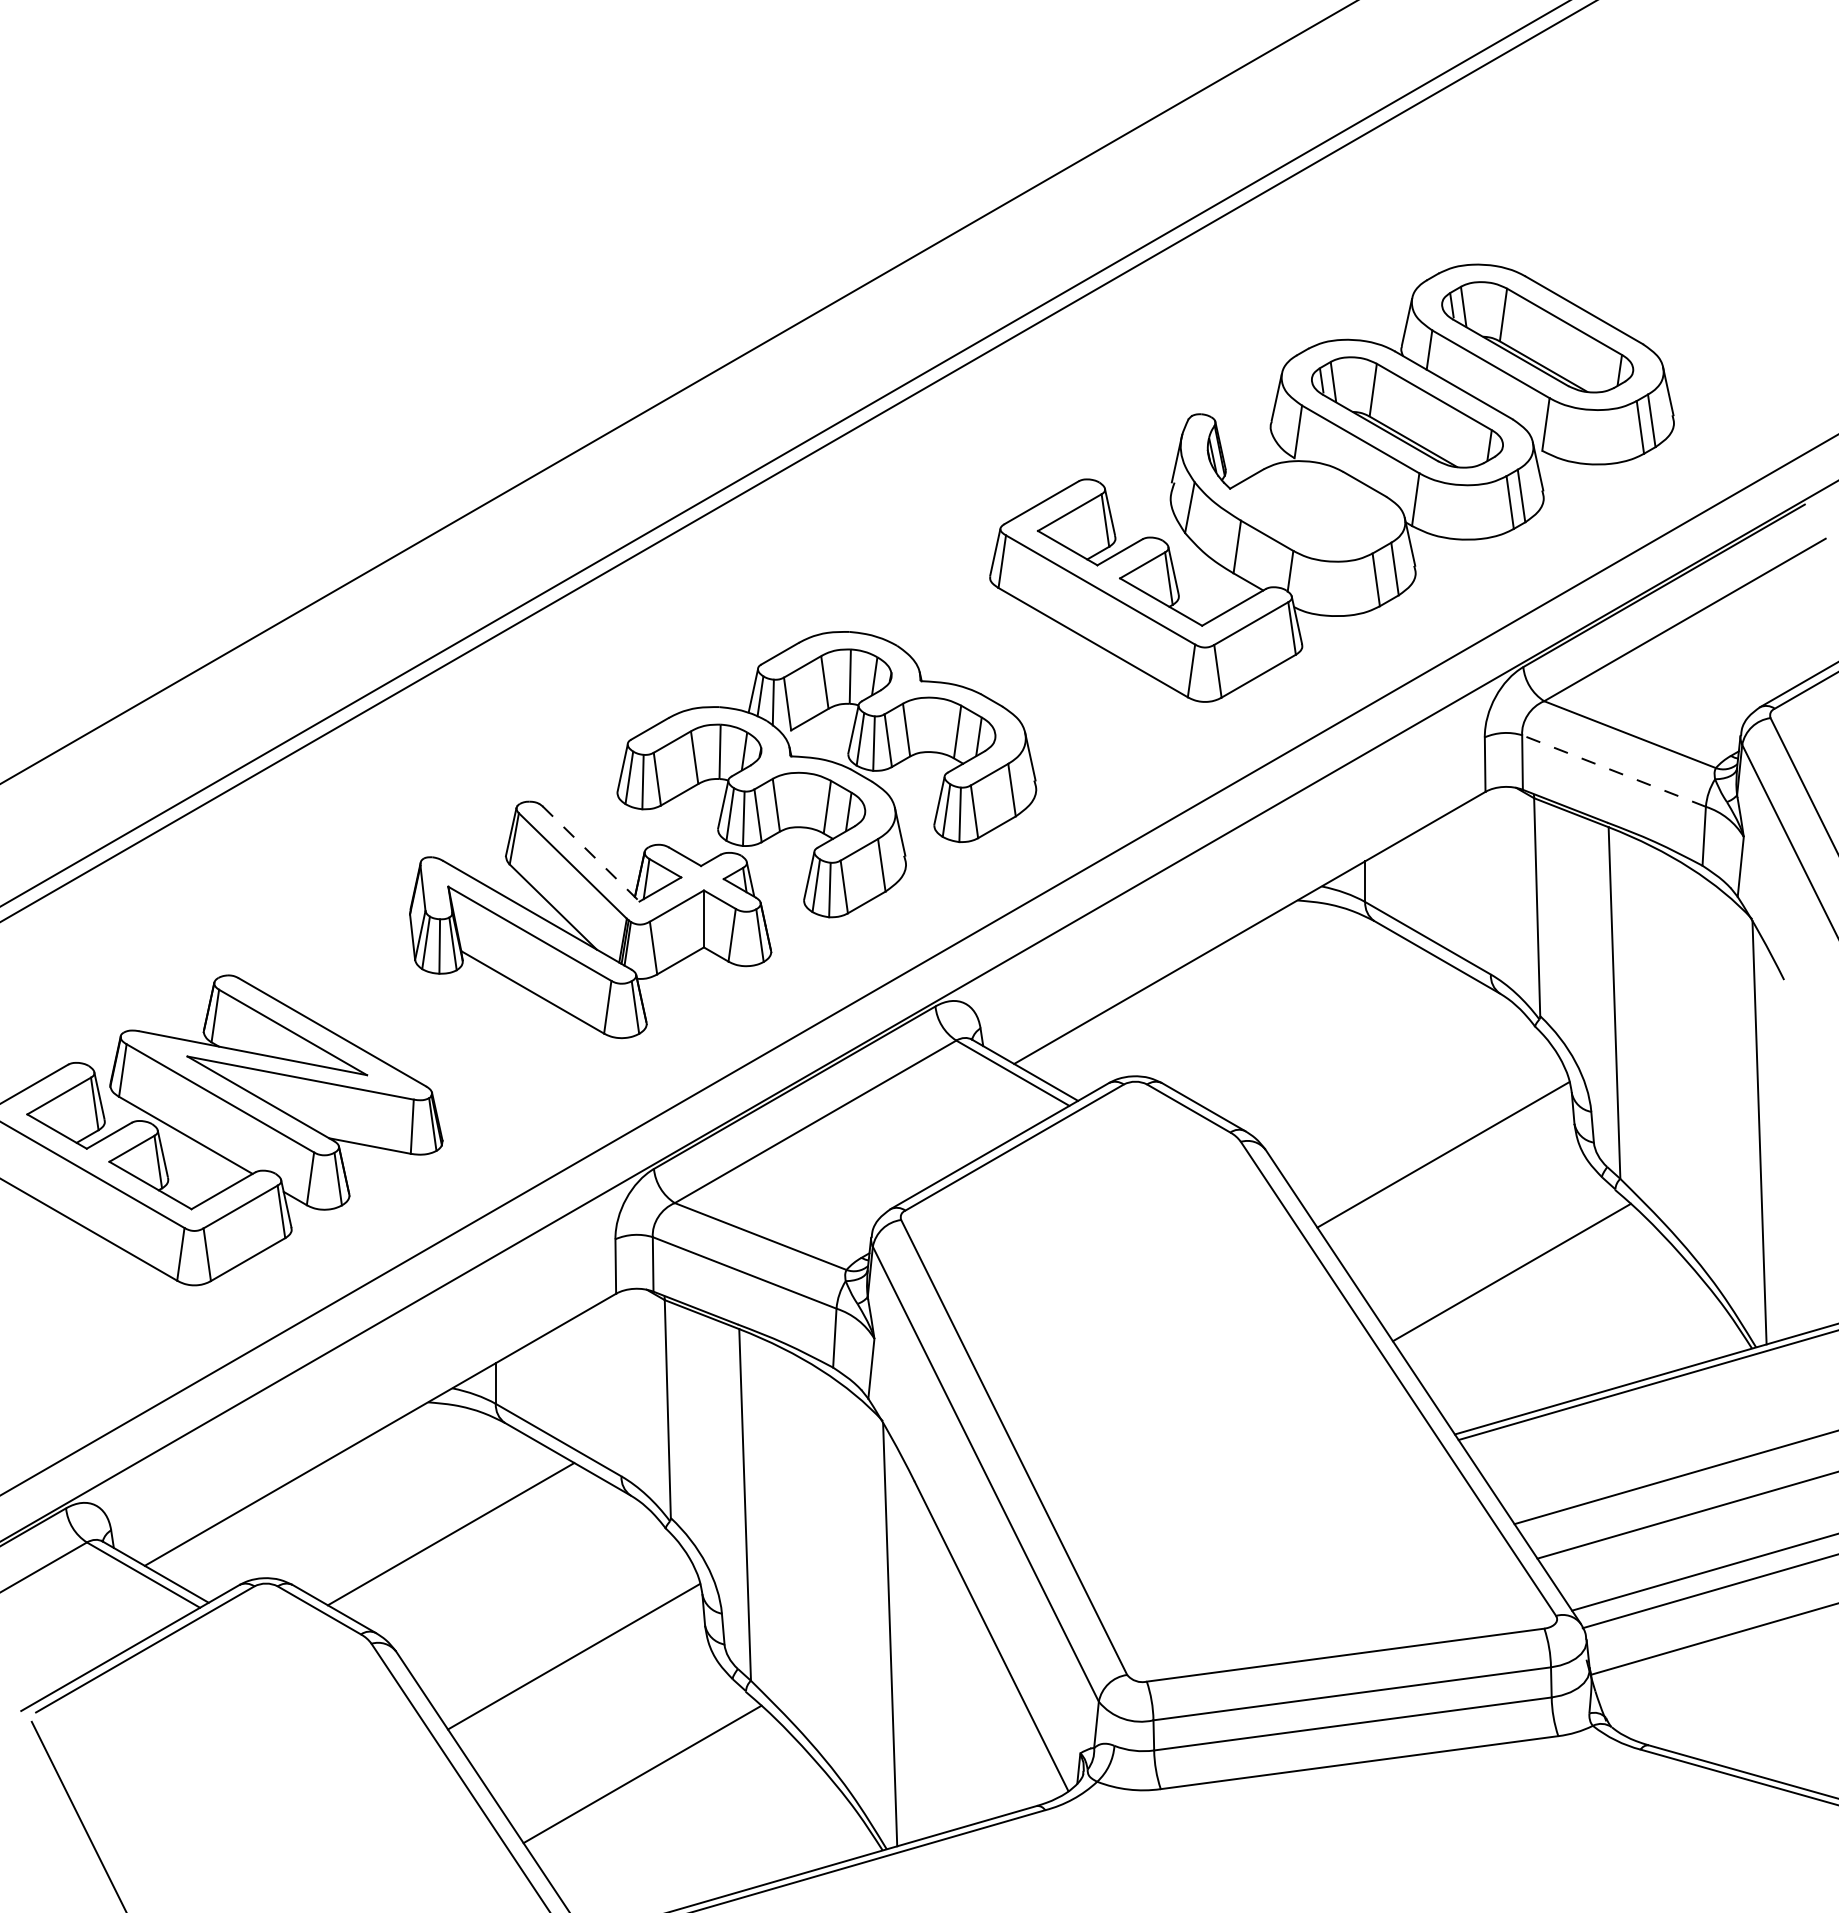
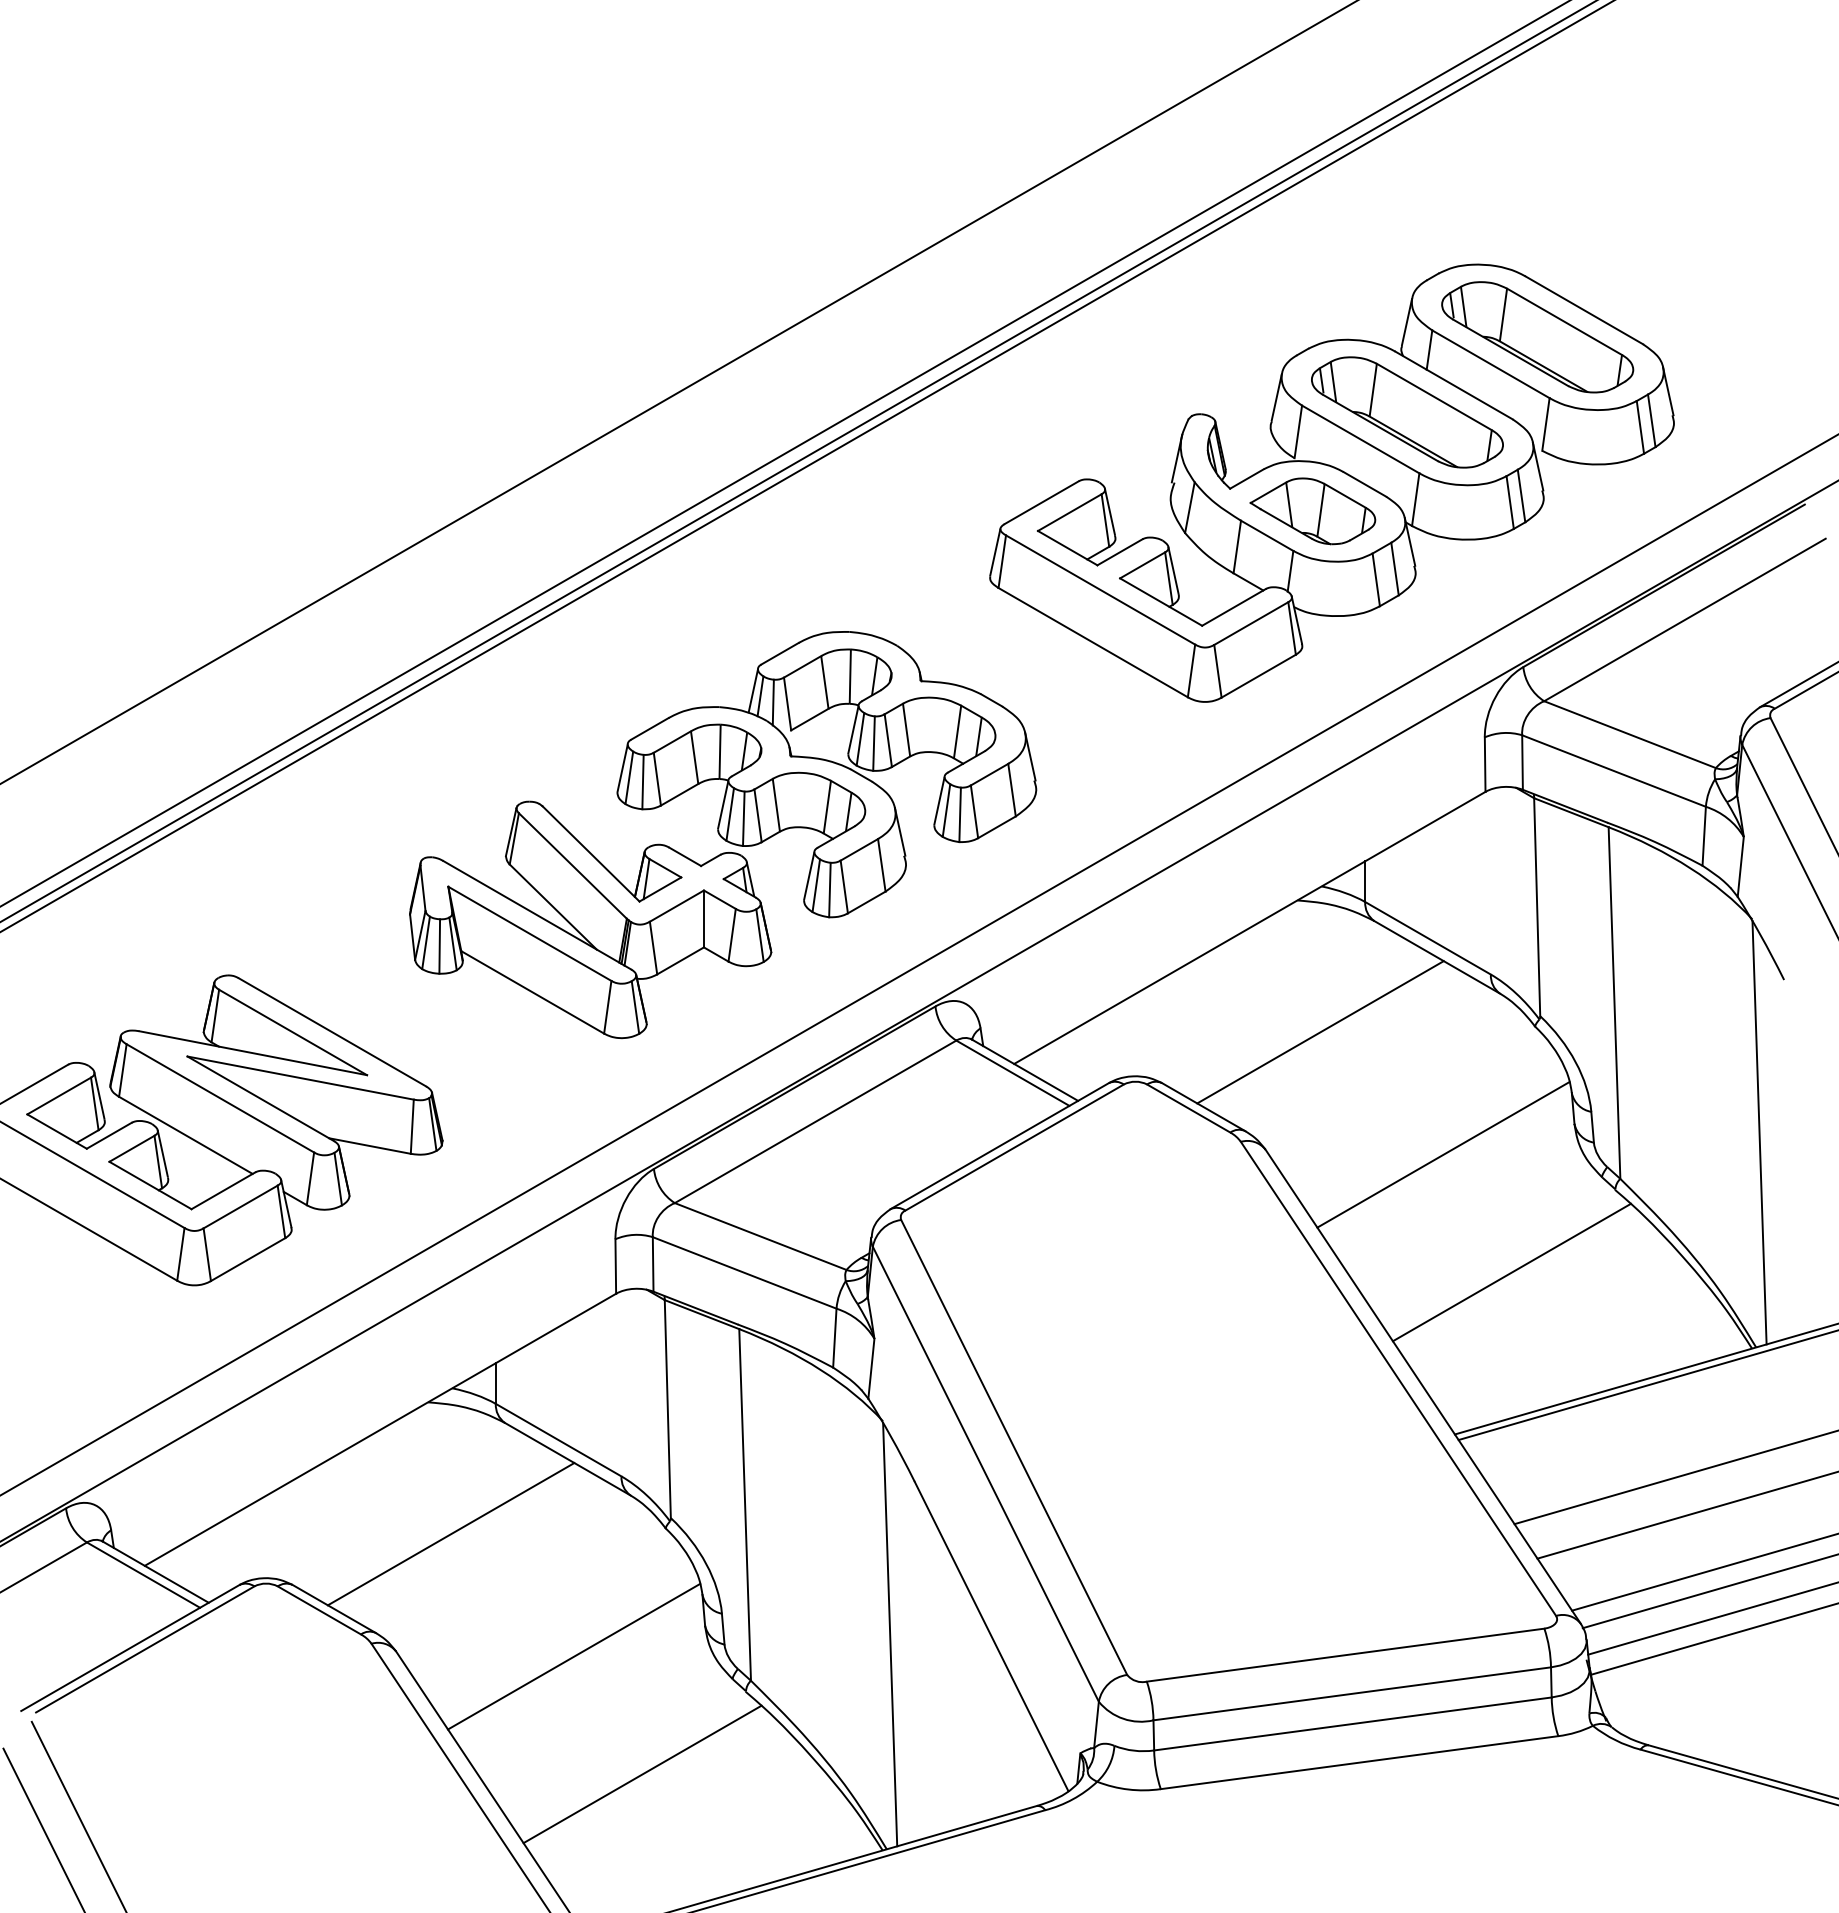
line at (806, 466): none -> present
part at (1312, 511): none -> present
line at (1614, 771): dashed -> solid
line at (591, 854): dashed -> solid
line at (1320, 1032): none -> present
line at (1711, 1618): none -> present
line at (43, 1828): none -> present
